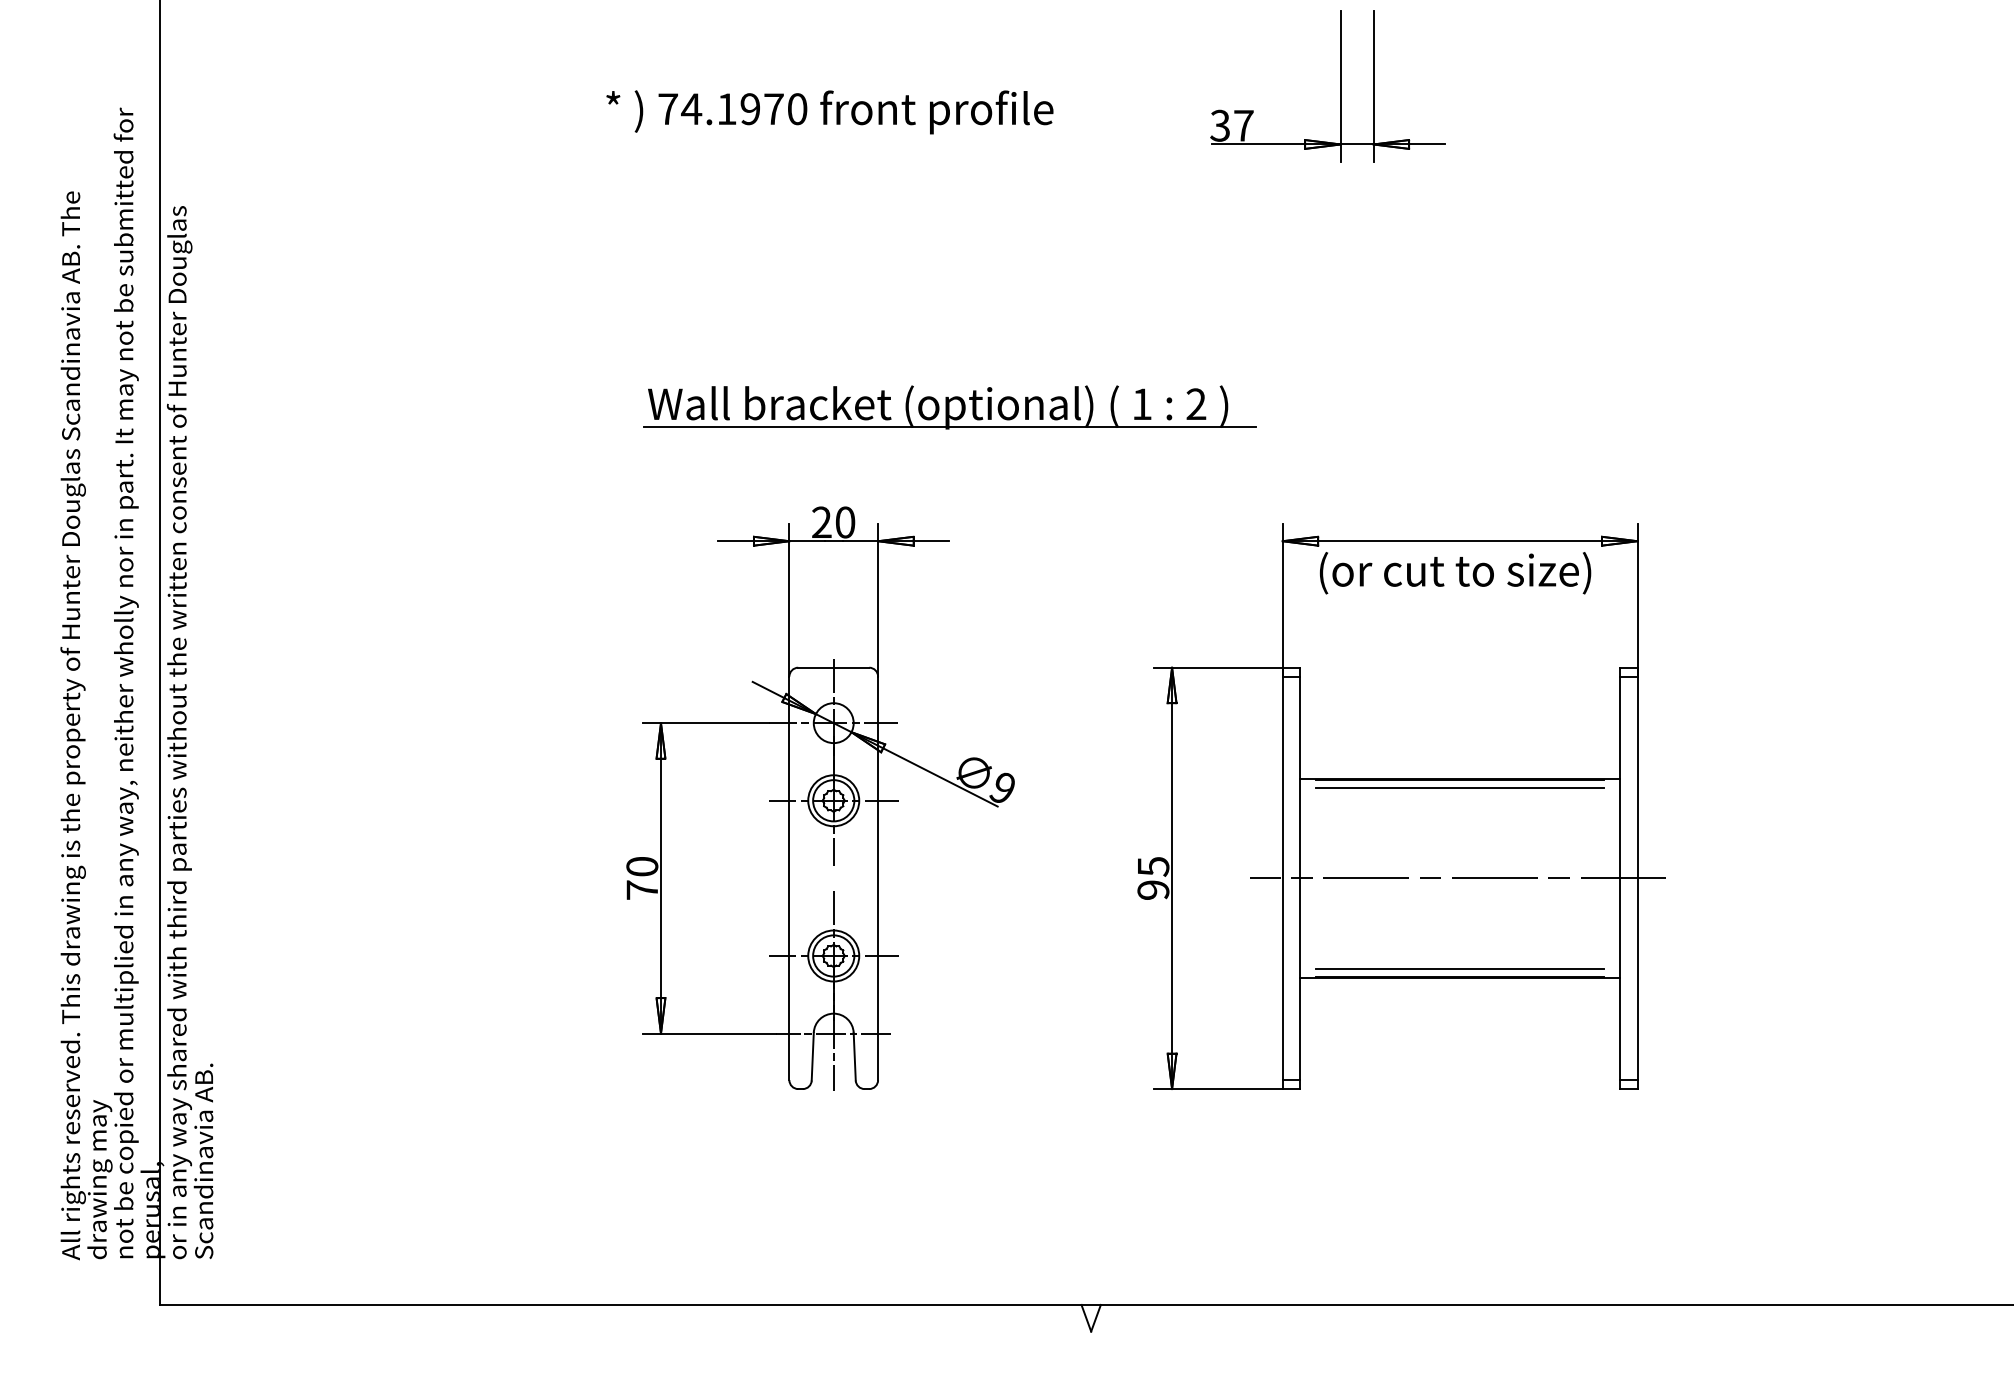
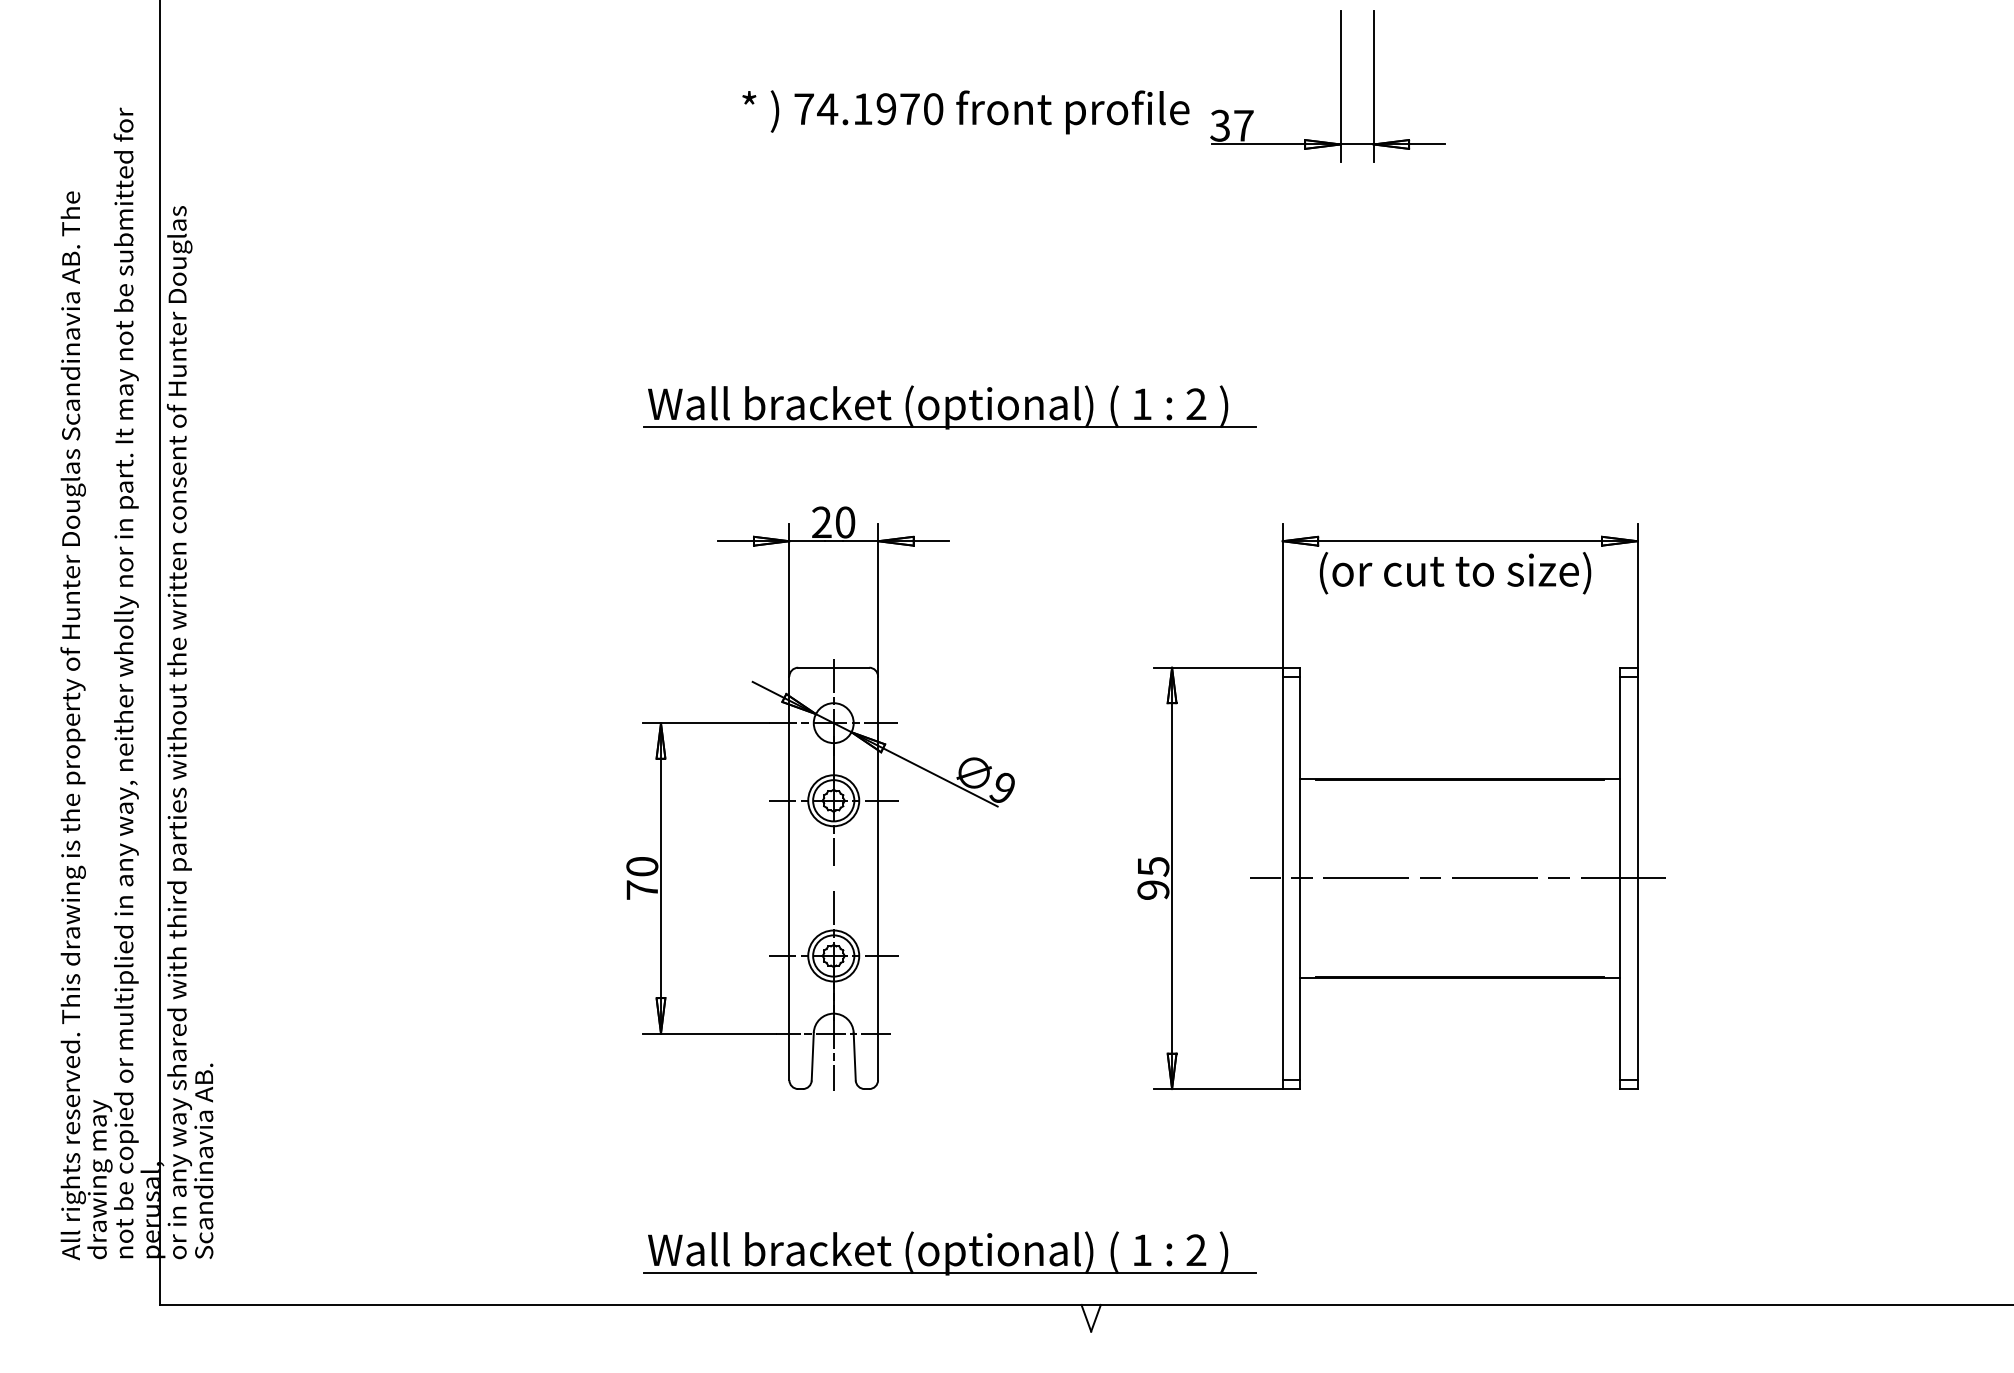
text at (829, 112) position: (829, 112) -> (965, 112)
line at (1459, 787): present -> none
line at (1459, 968): present -> none
part at (949, 1253): none -> present
